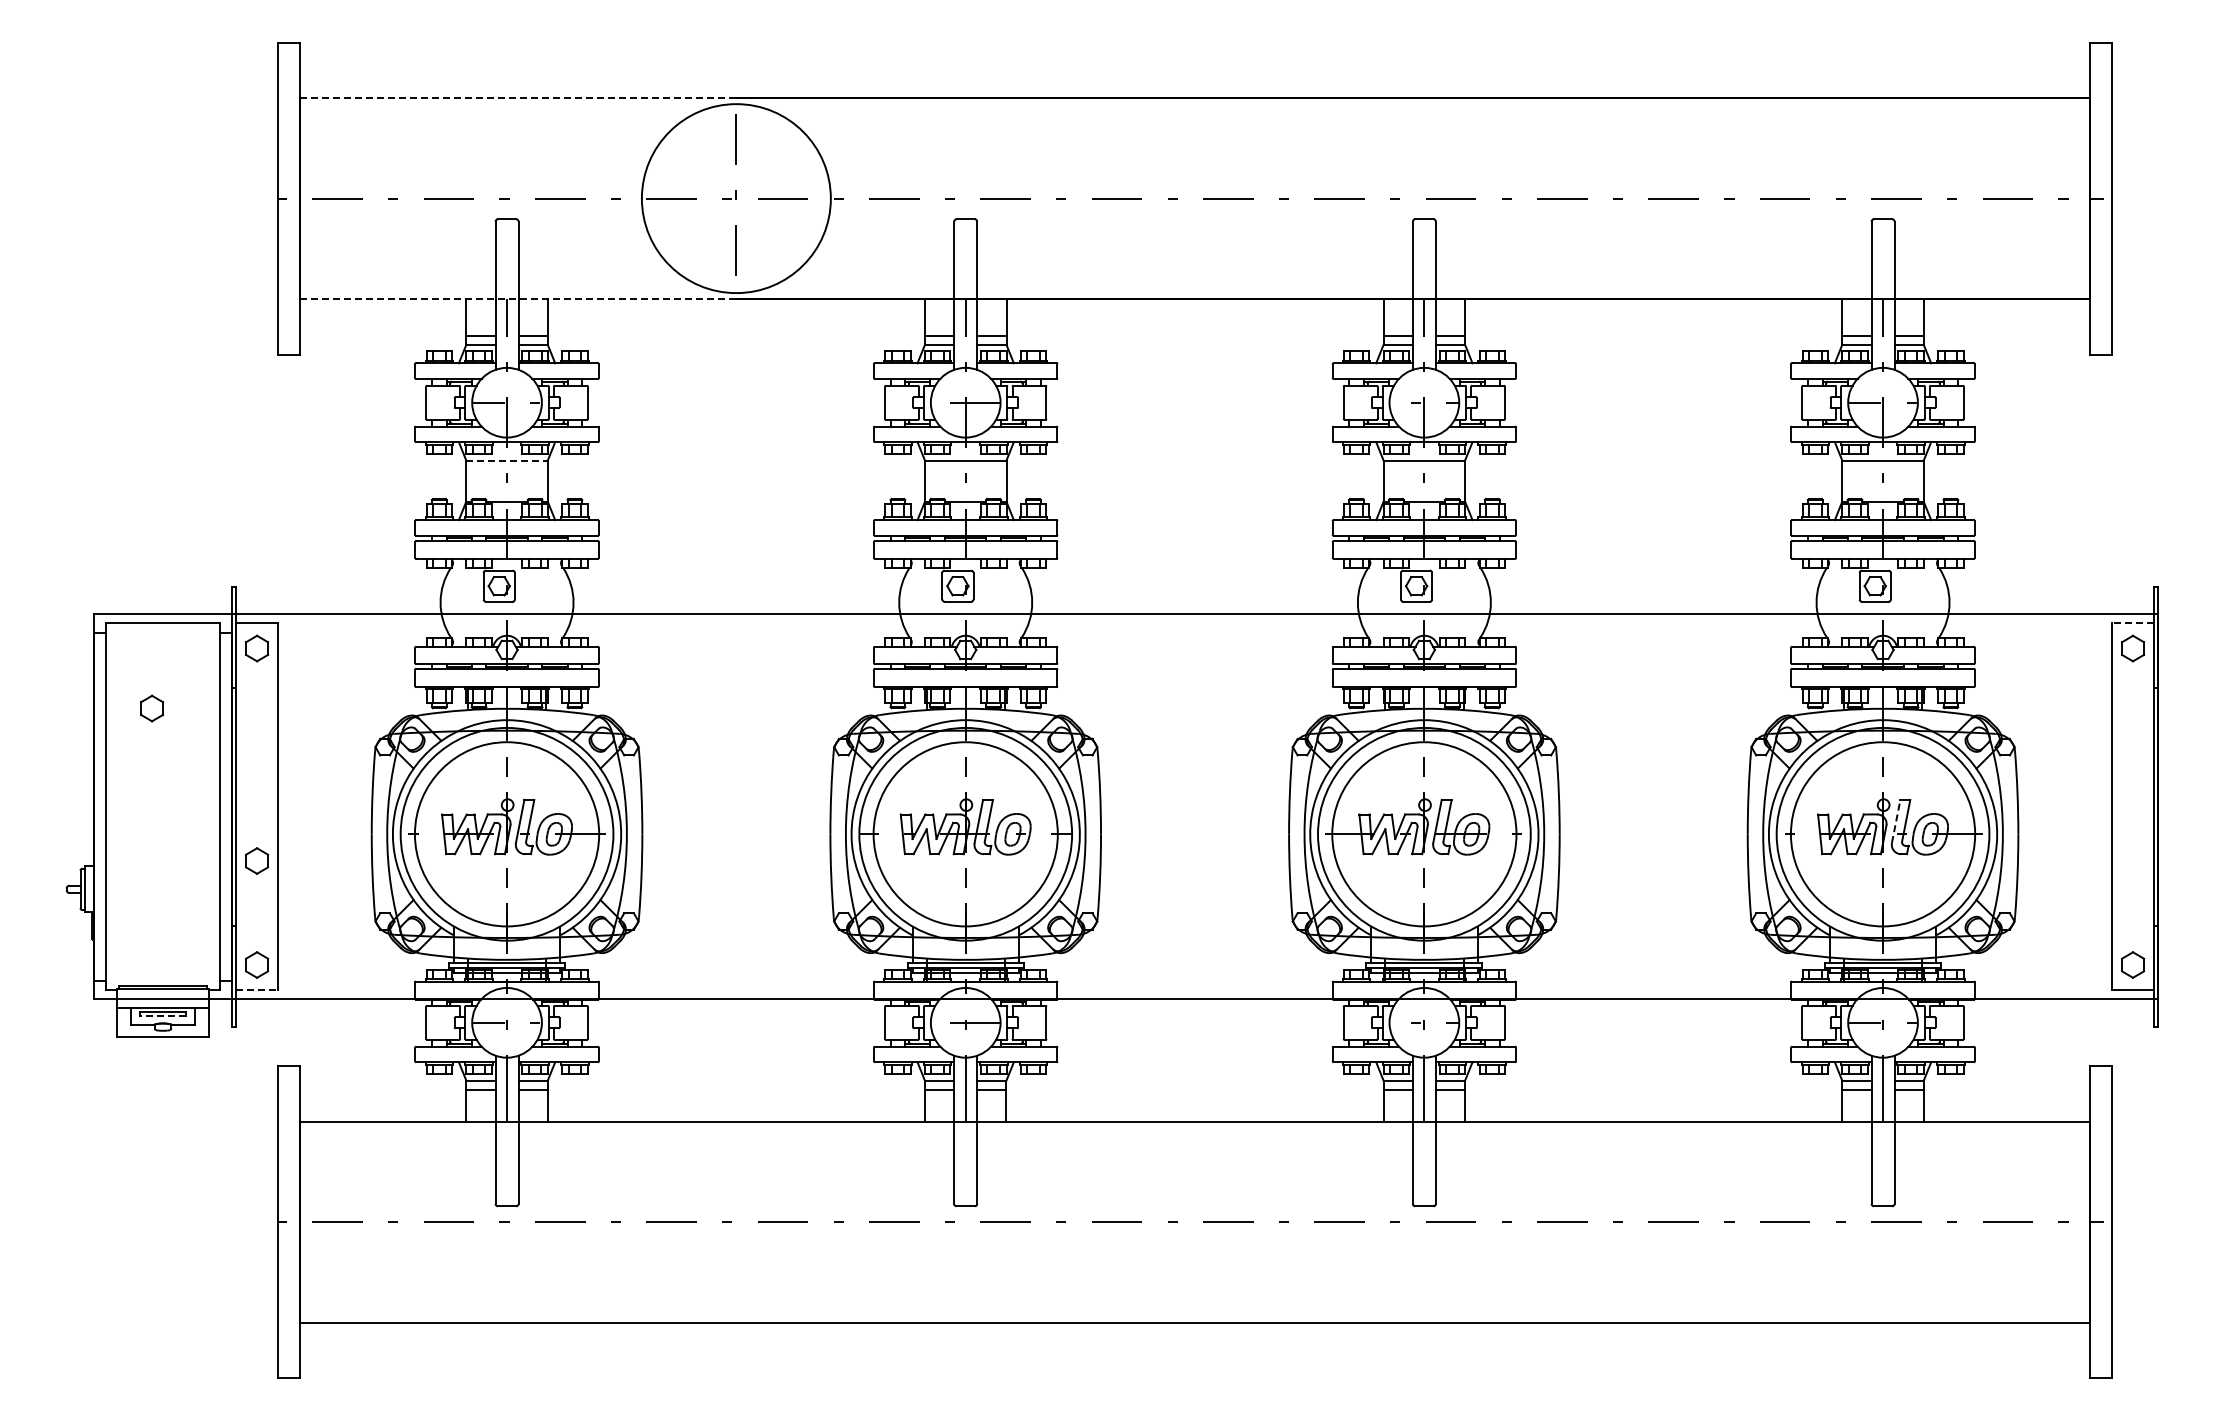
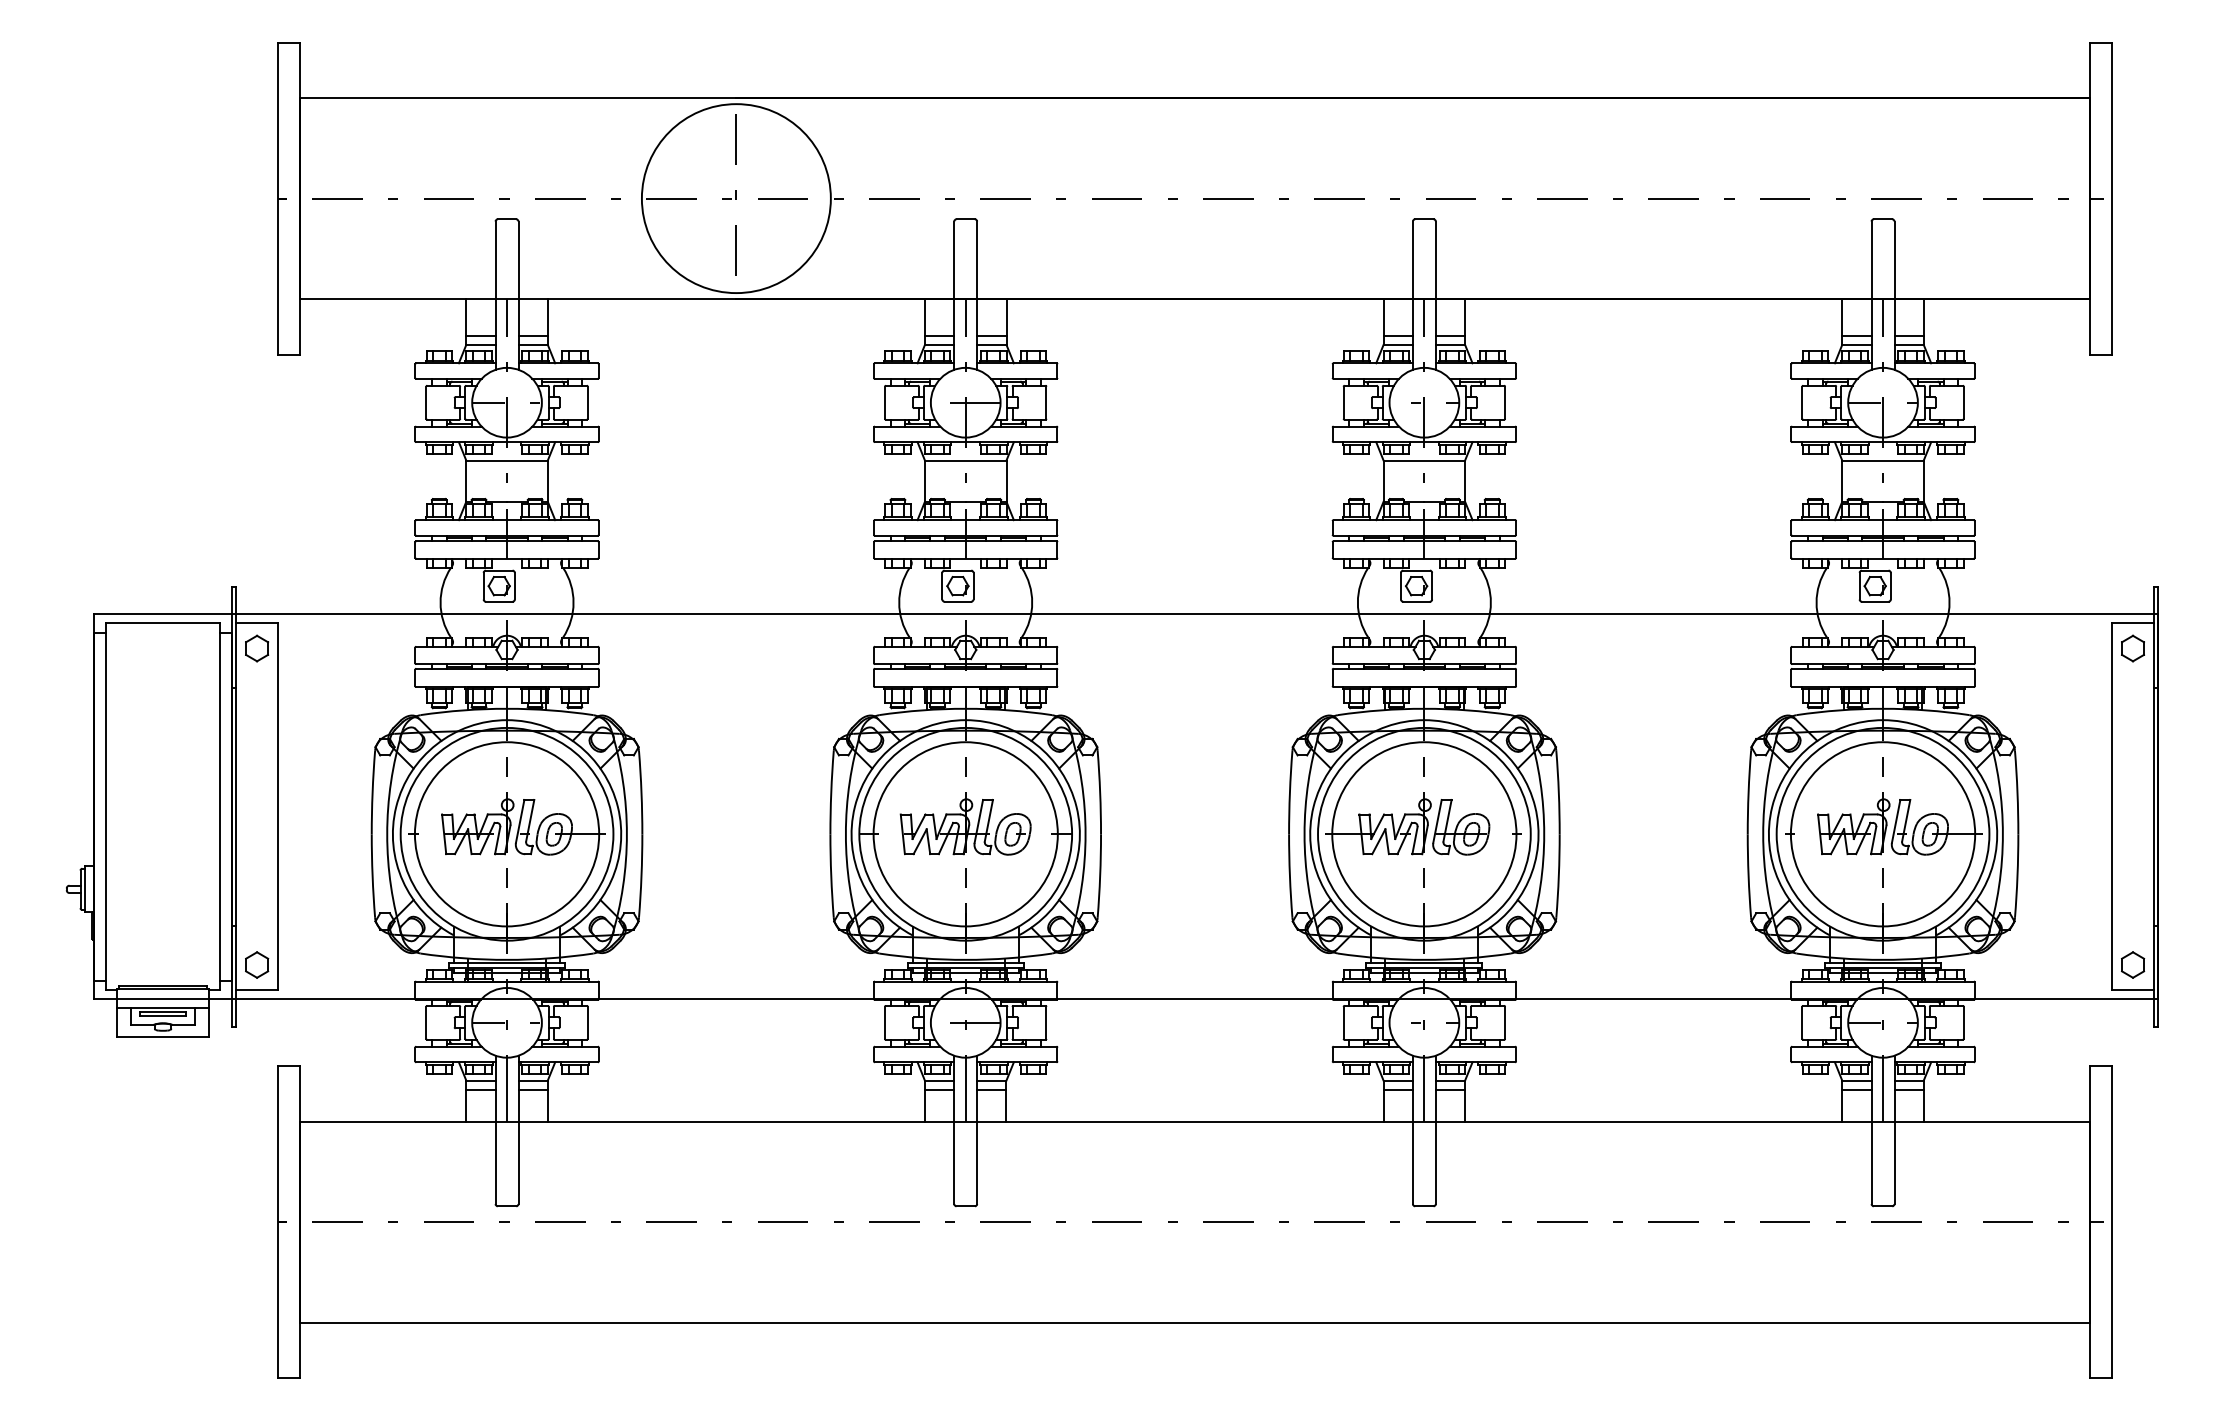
line at (517, 98): dashed -> solid
line at (517, 299): dashed -> solid
line at (507, 460): dashed -> solid
line at (2133, 623): dashed -> solid
part at (152, 708): present -> none
line at (1896, 821): dashed -> solid
part at (257, 860): present -> none
line at (257, 990): dashed -> solid
line at (163, 1016): dashed -> solid
